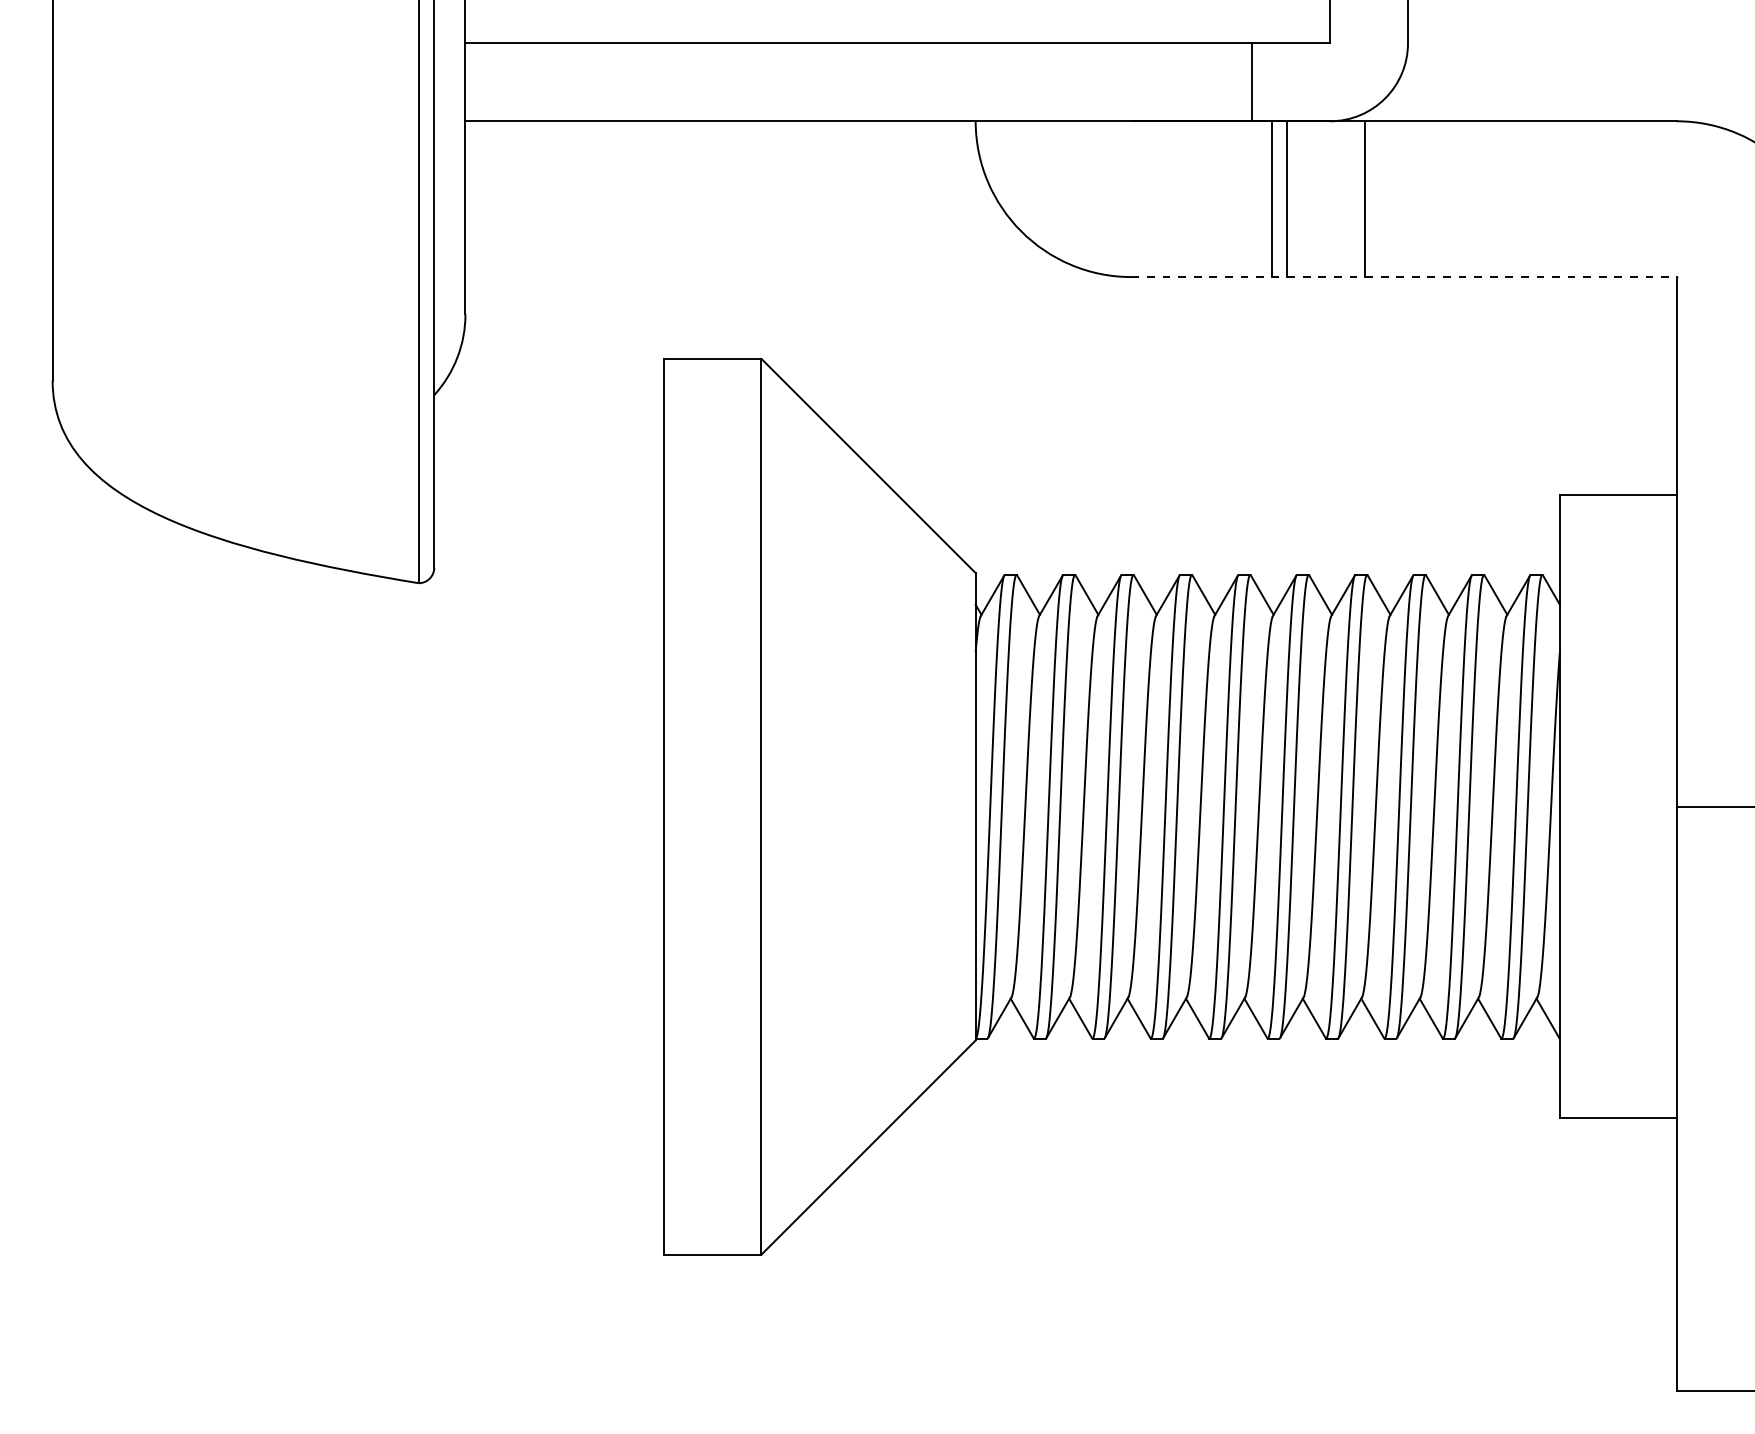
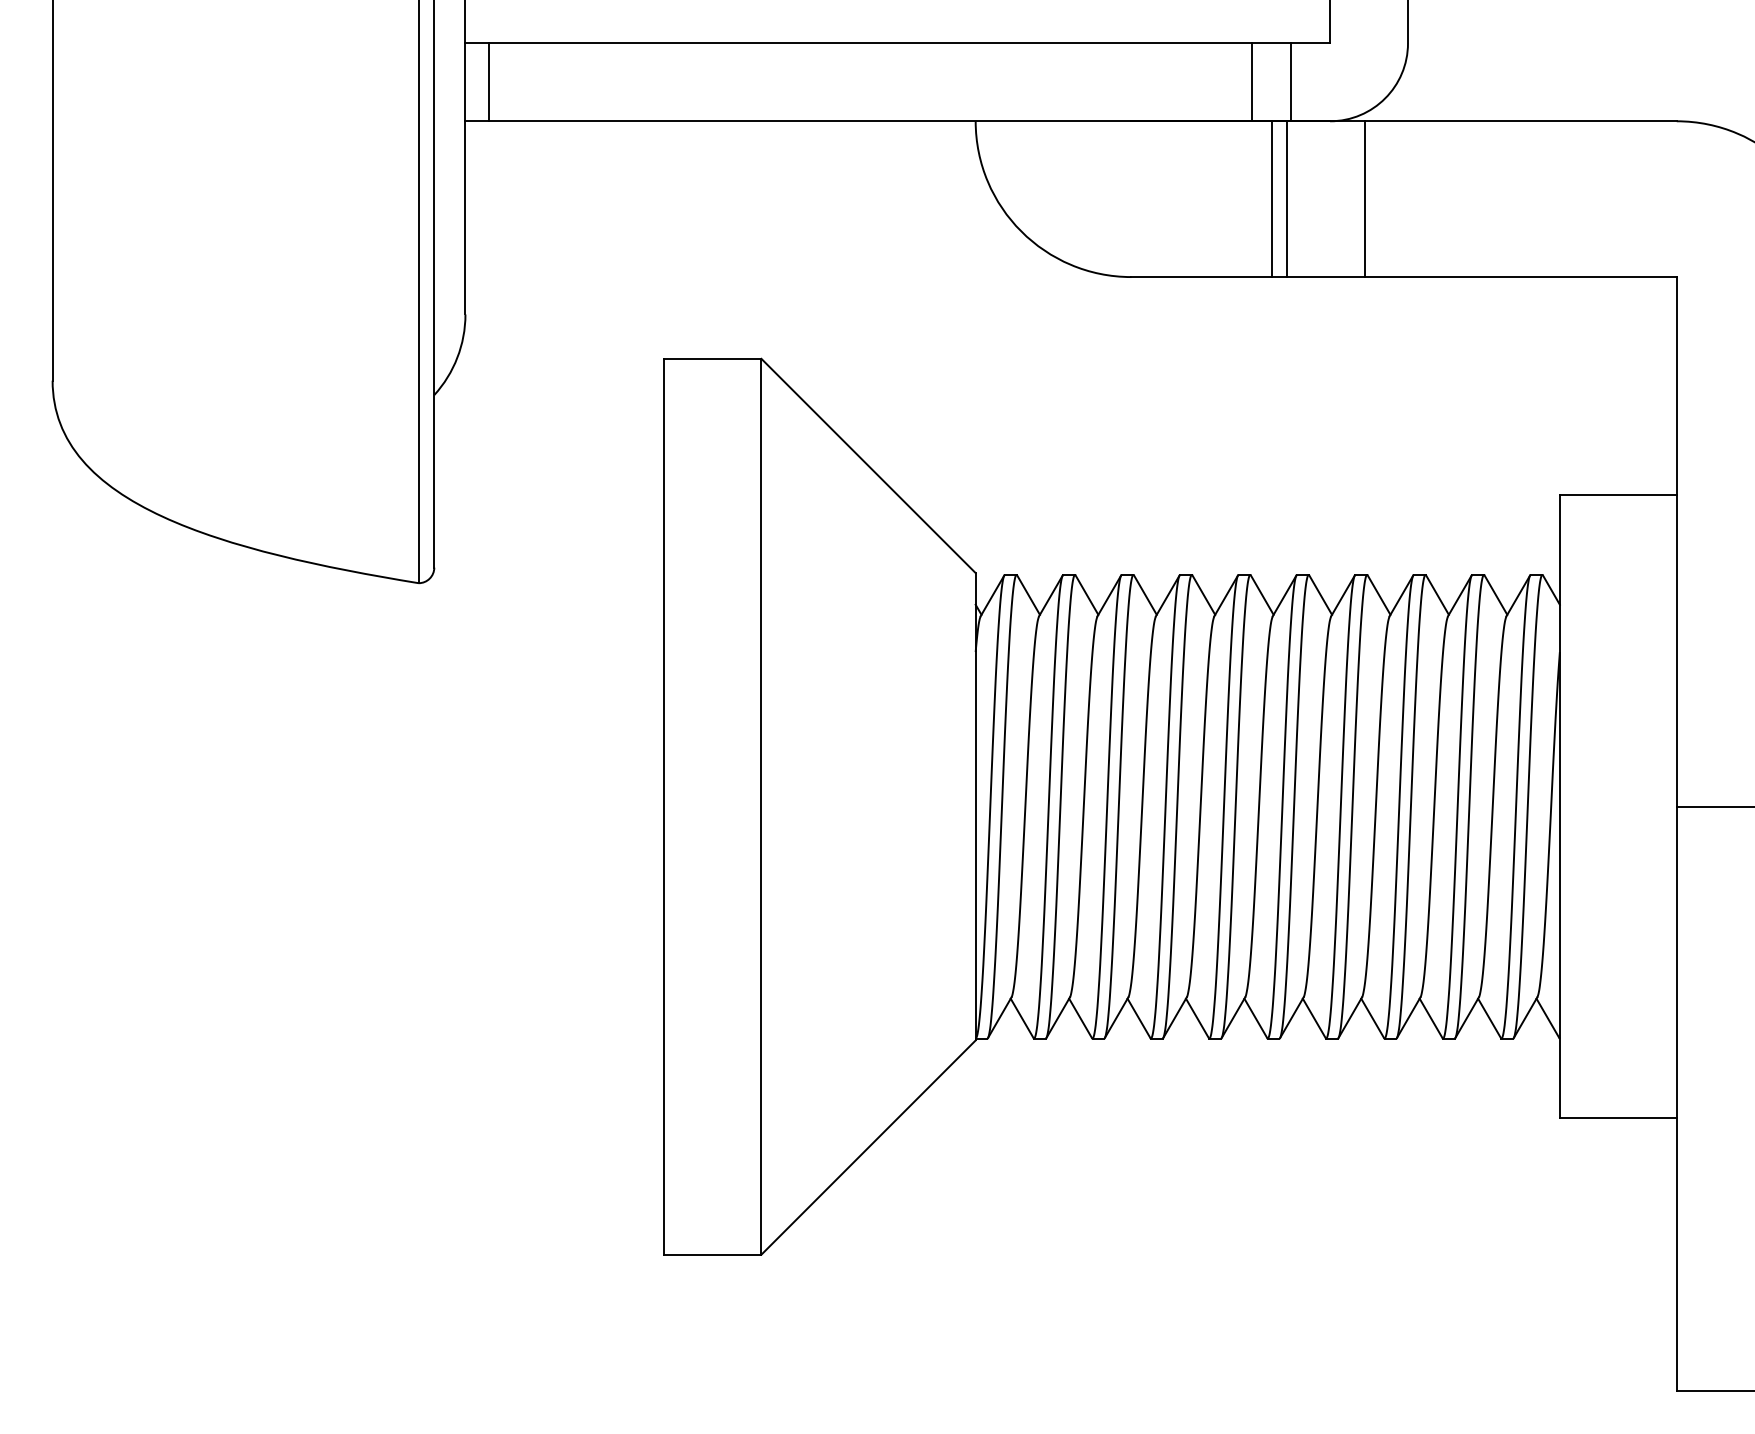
line at (488, 82): none -> present
line at (1291, 82): none -> present
line at (1404, 277): dashed -> solid
